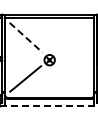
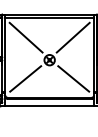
line at (72, 37): none -> present
line at (26, 38): dashed -> solid
line at (73, 78): none -> present
line at (49, 106): dashed -> solid
